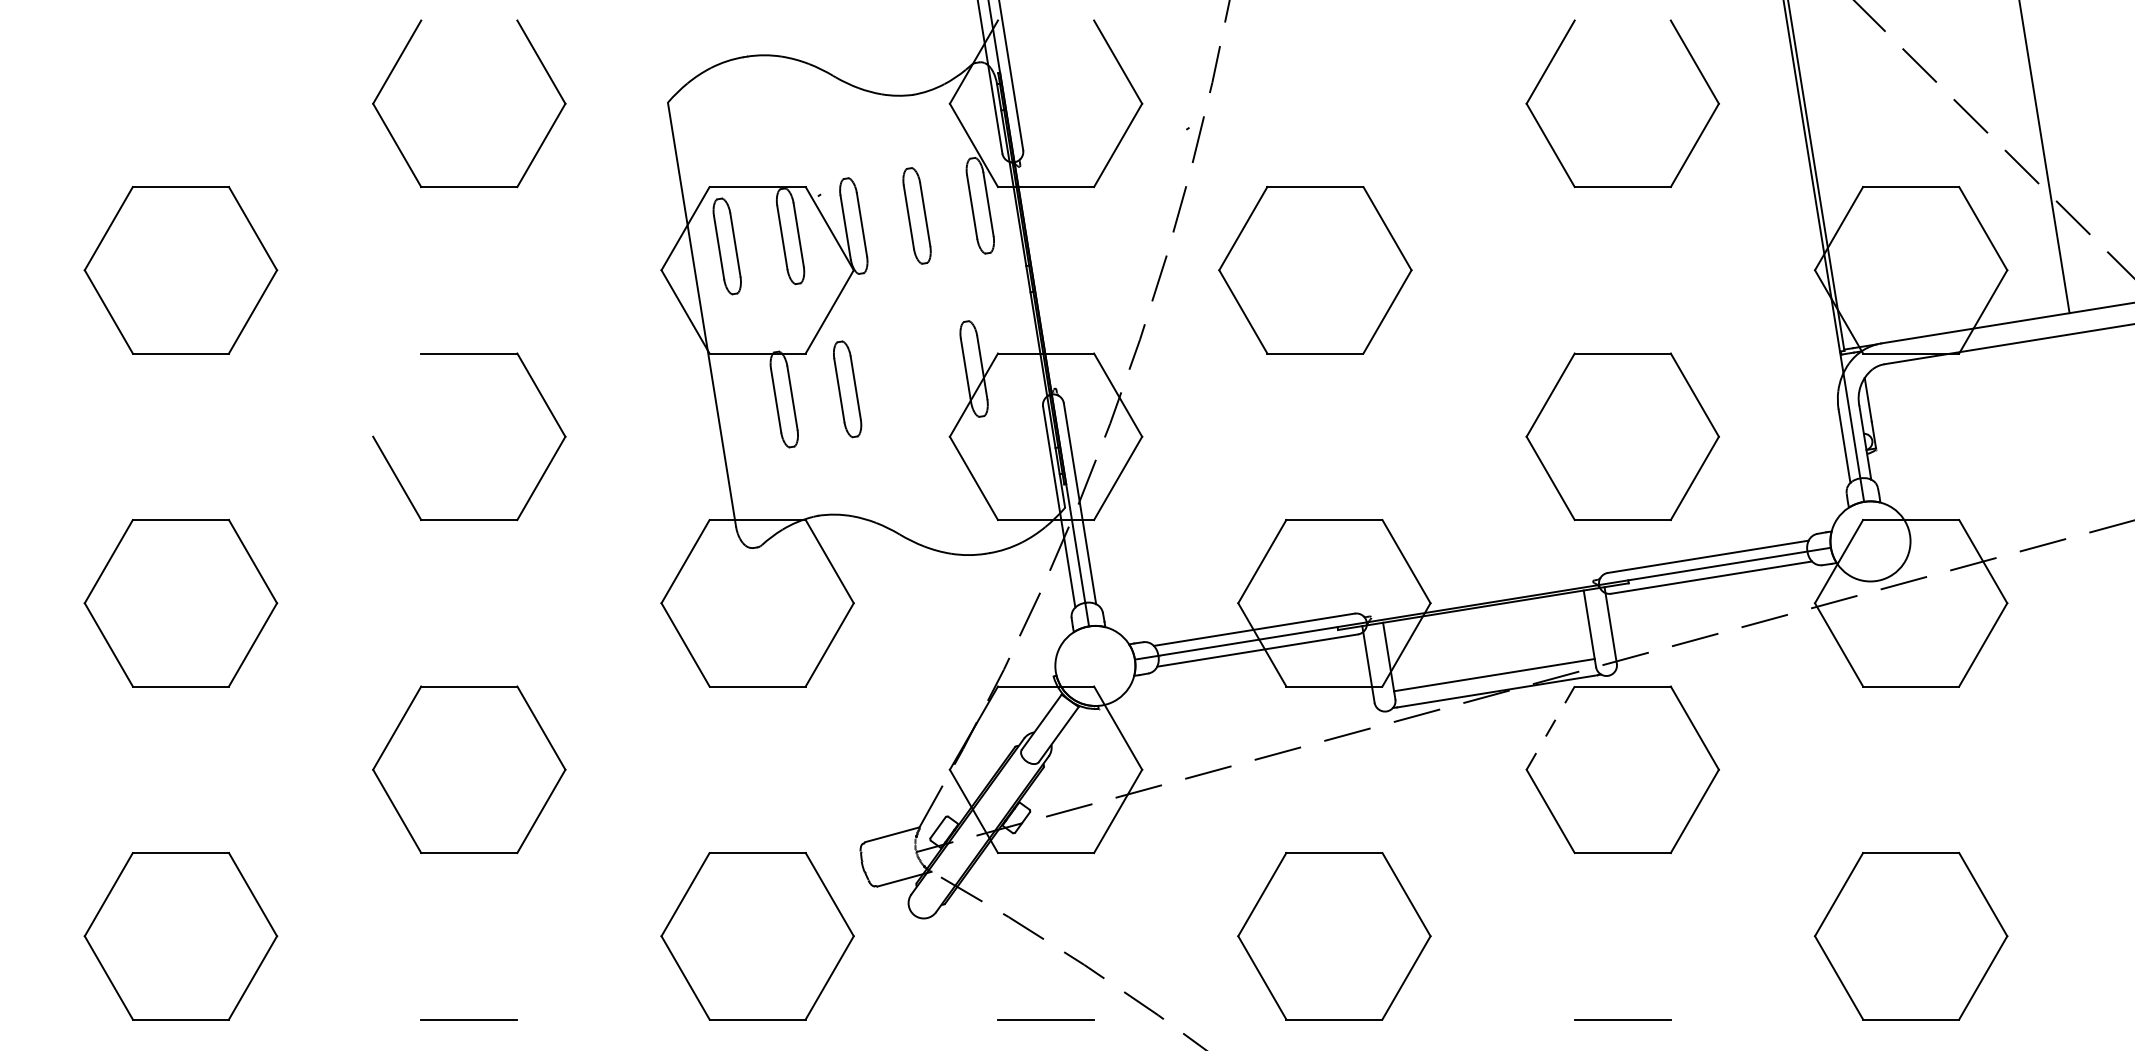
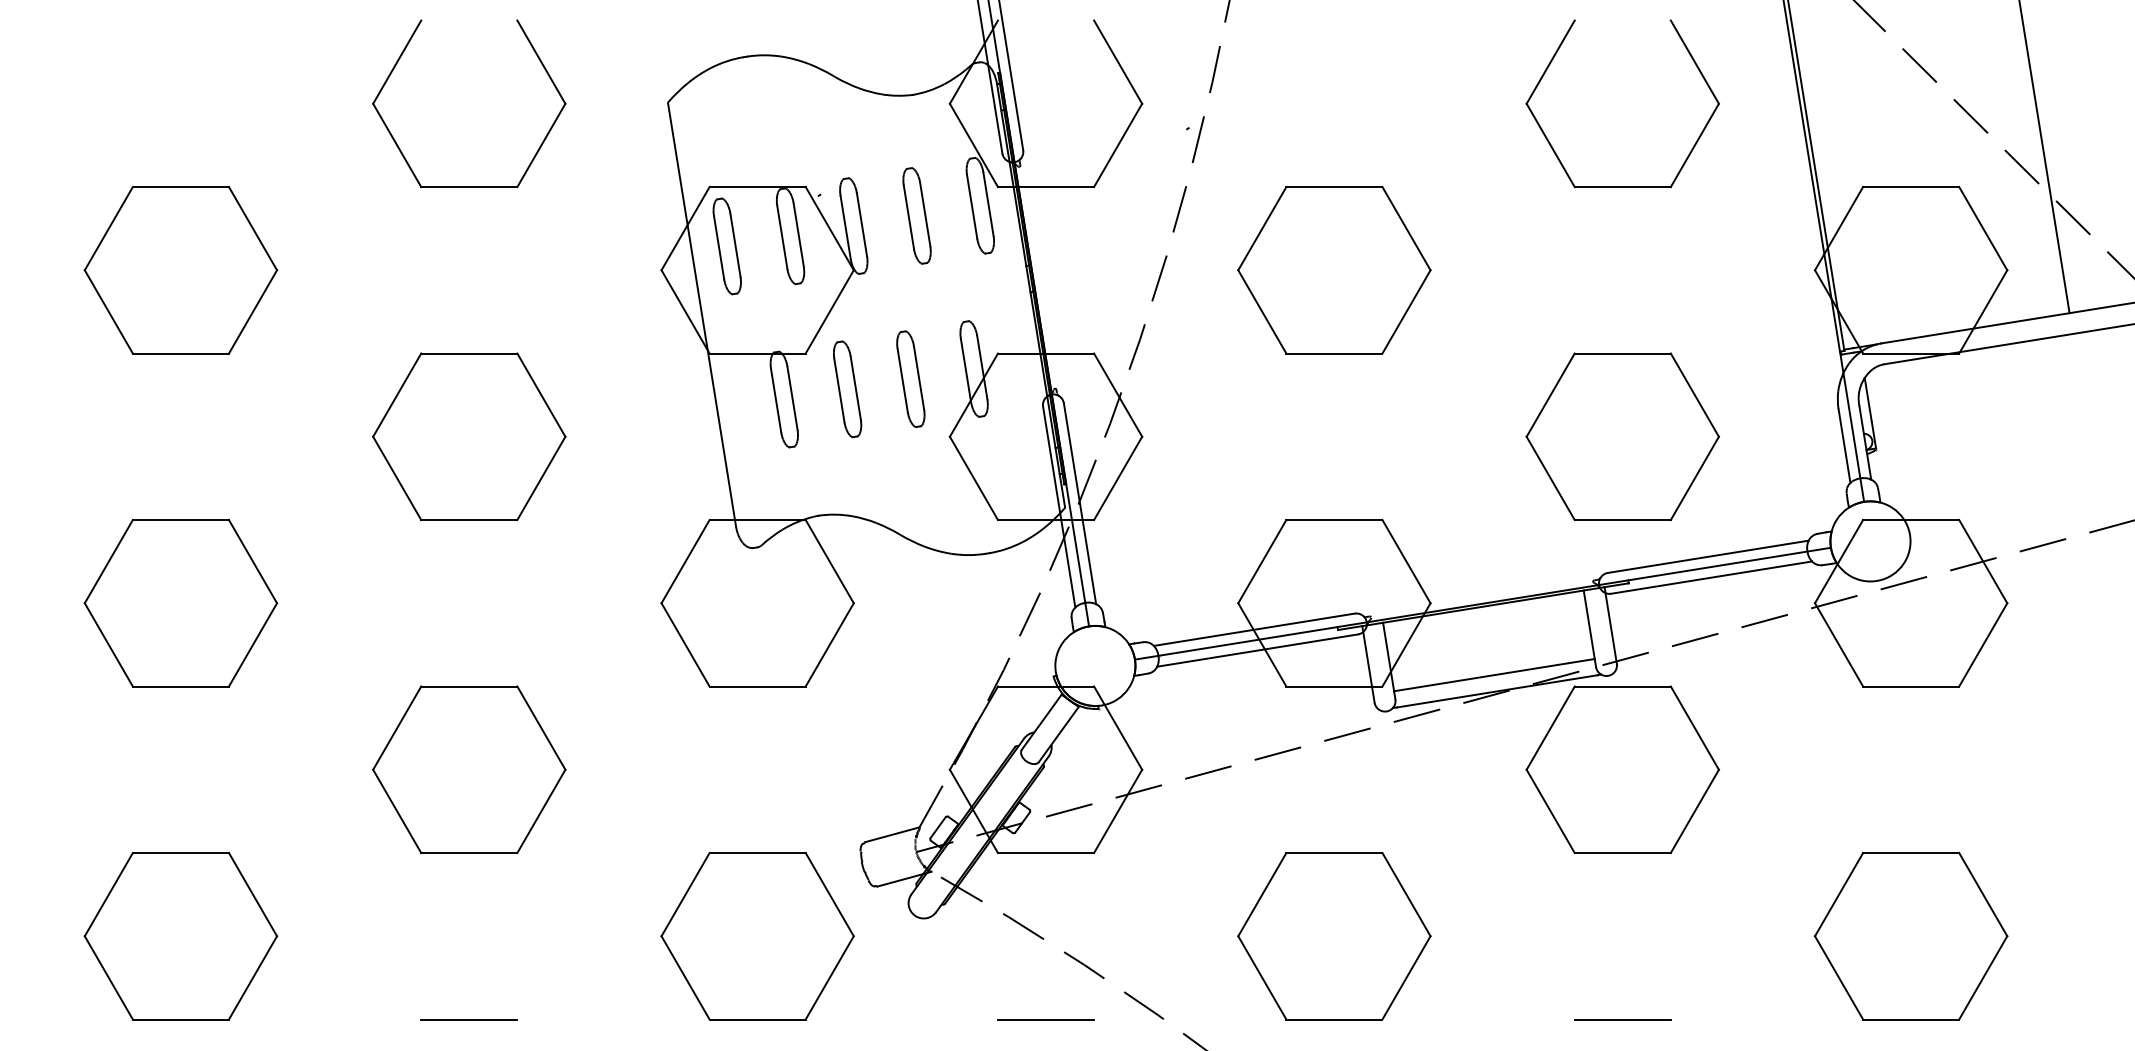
part at (1315, 270) position: (1315, 270) -> (1334, 270)
part at (910, 378): none -> present
line at (397, 394): none -> present
line at (1550, 727): dashed -> solid
